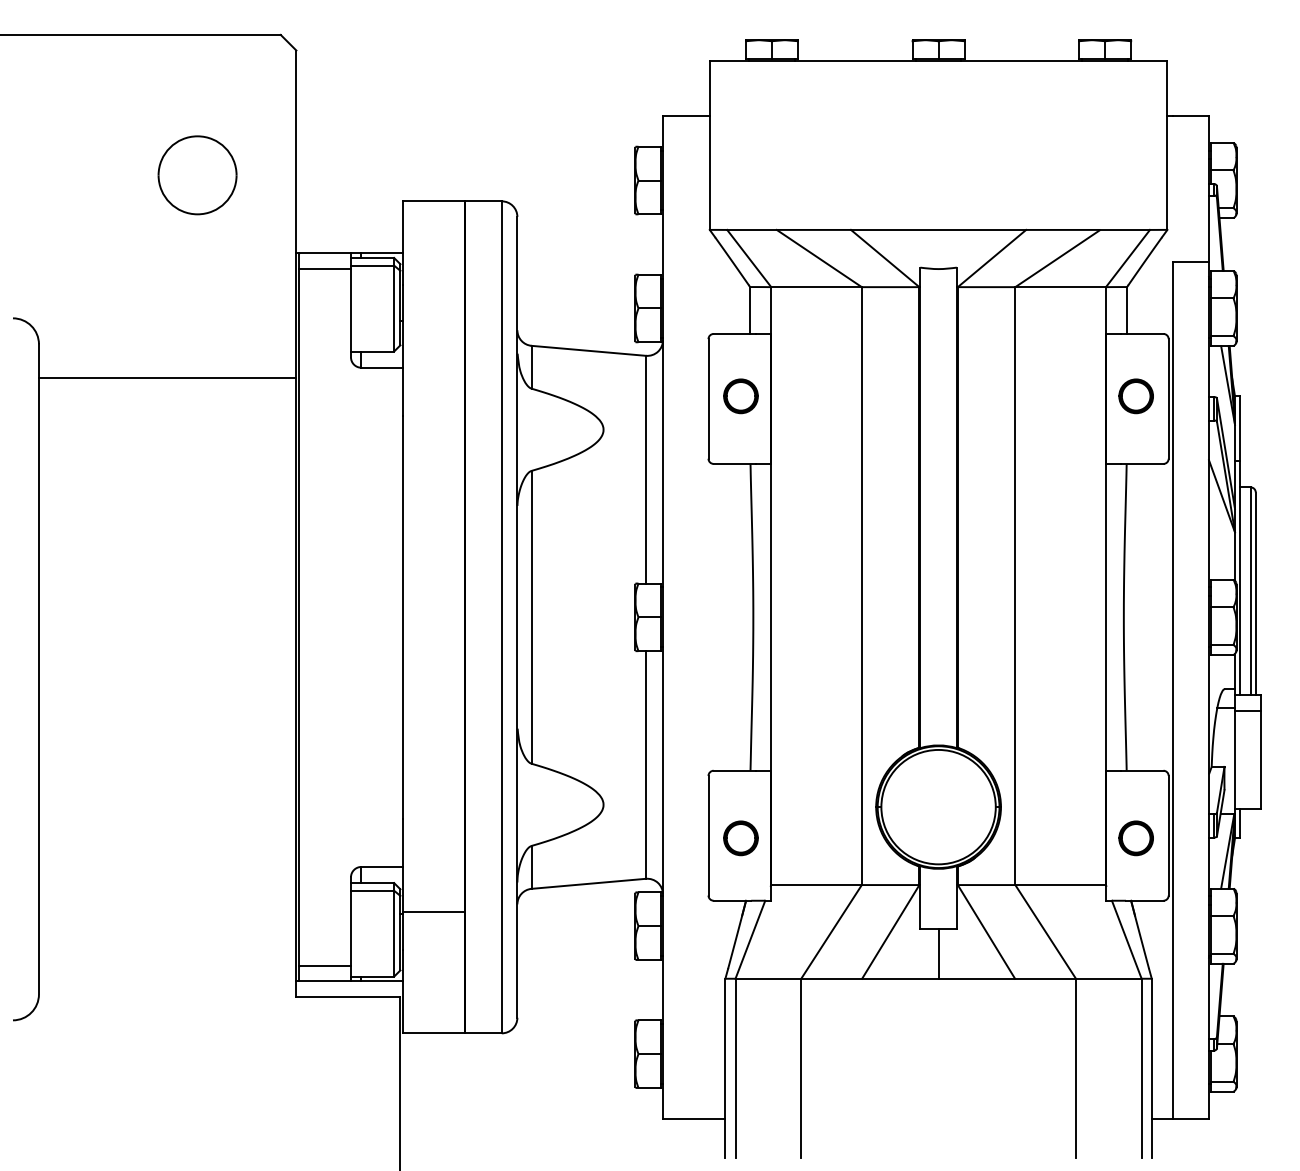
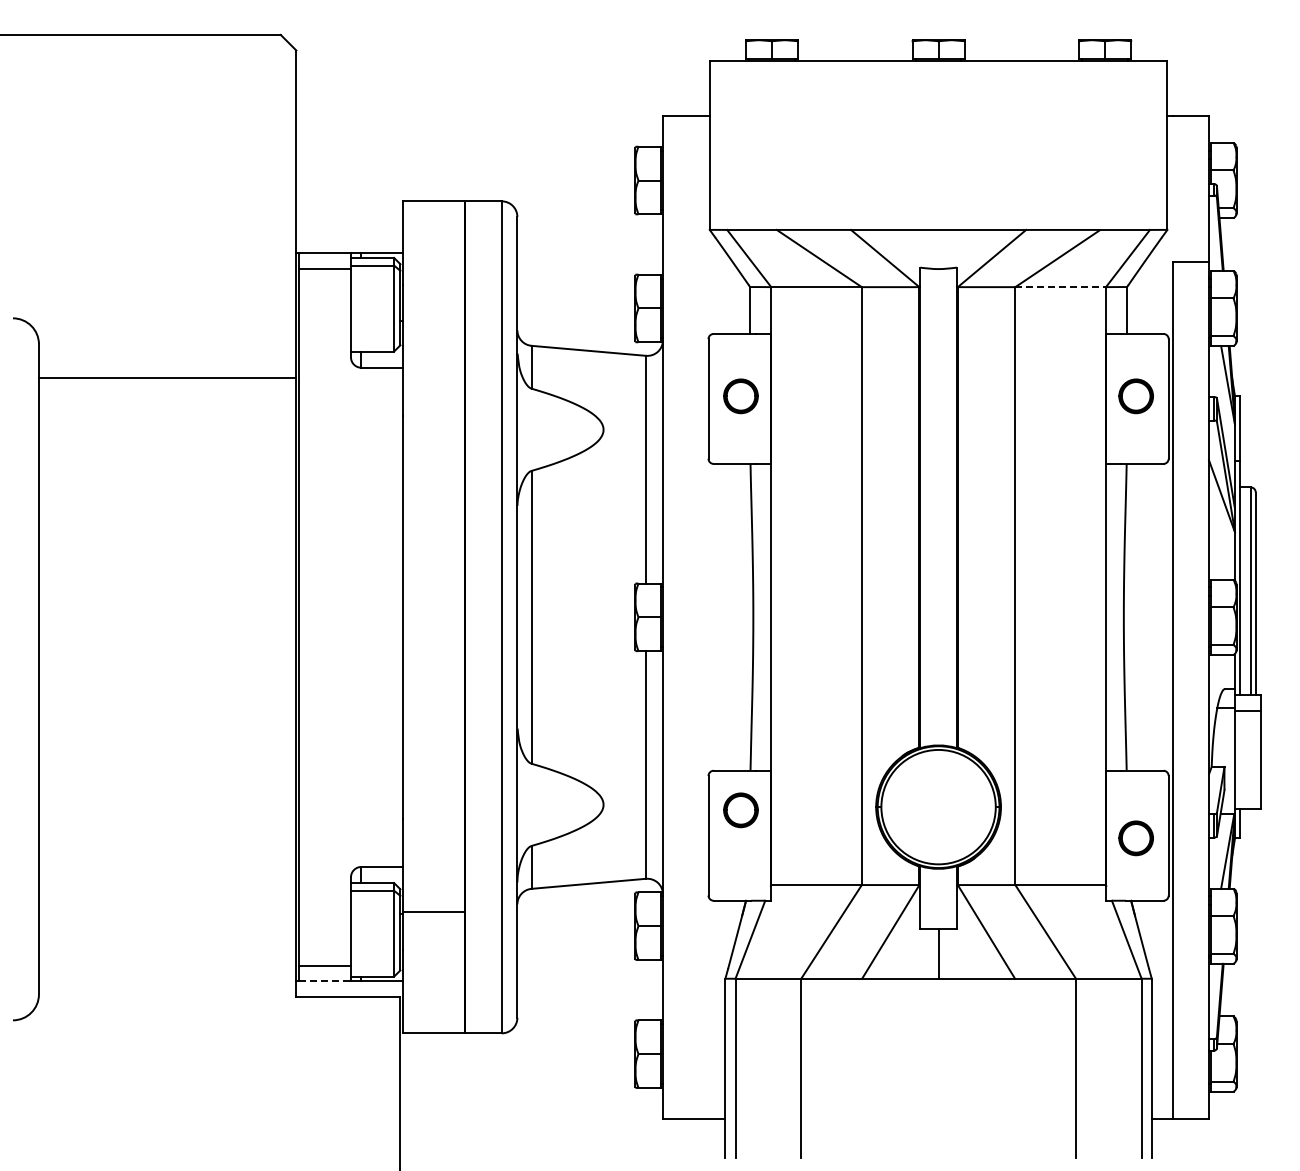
part at (197, 175): present -> none
line at (1061, 287): solid -> dashed
part at (740, 838) position: (740, 838) -> (740, 810)
line at (325, 981): solid -> dashed
